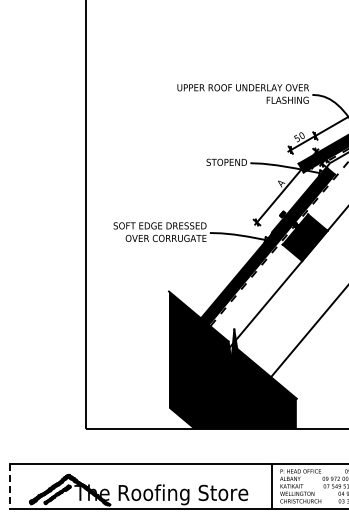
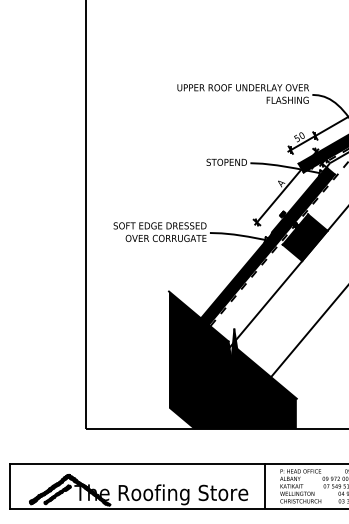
line at (10, 486): dashed -> solid
line at (272, 486) position: (272, 486) -> (265, 486)
